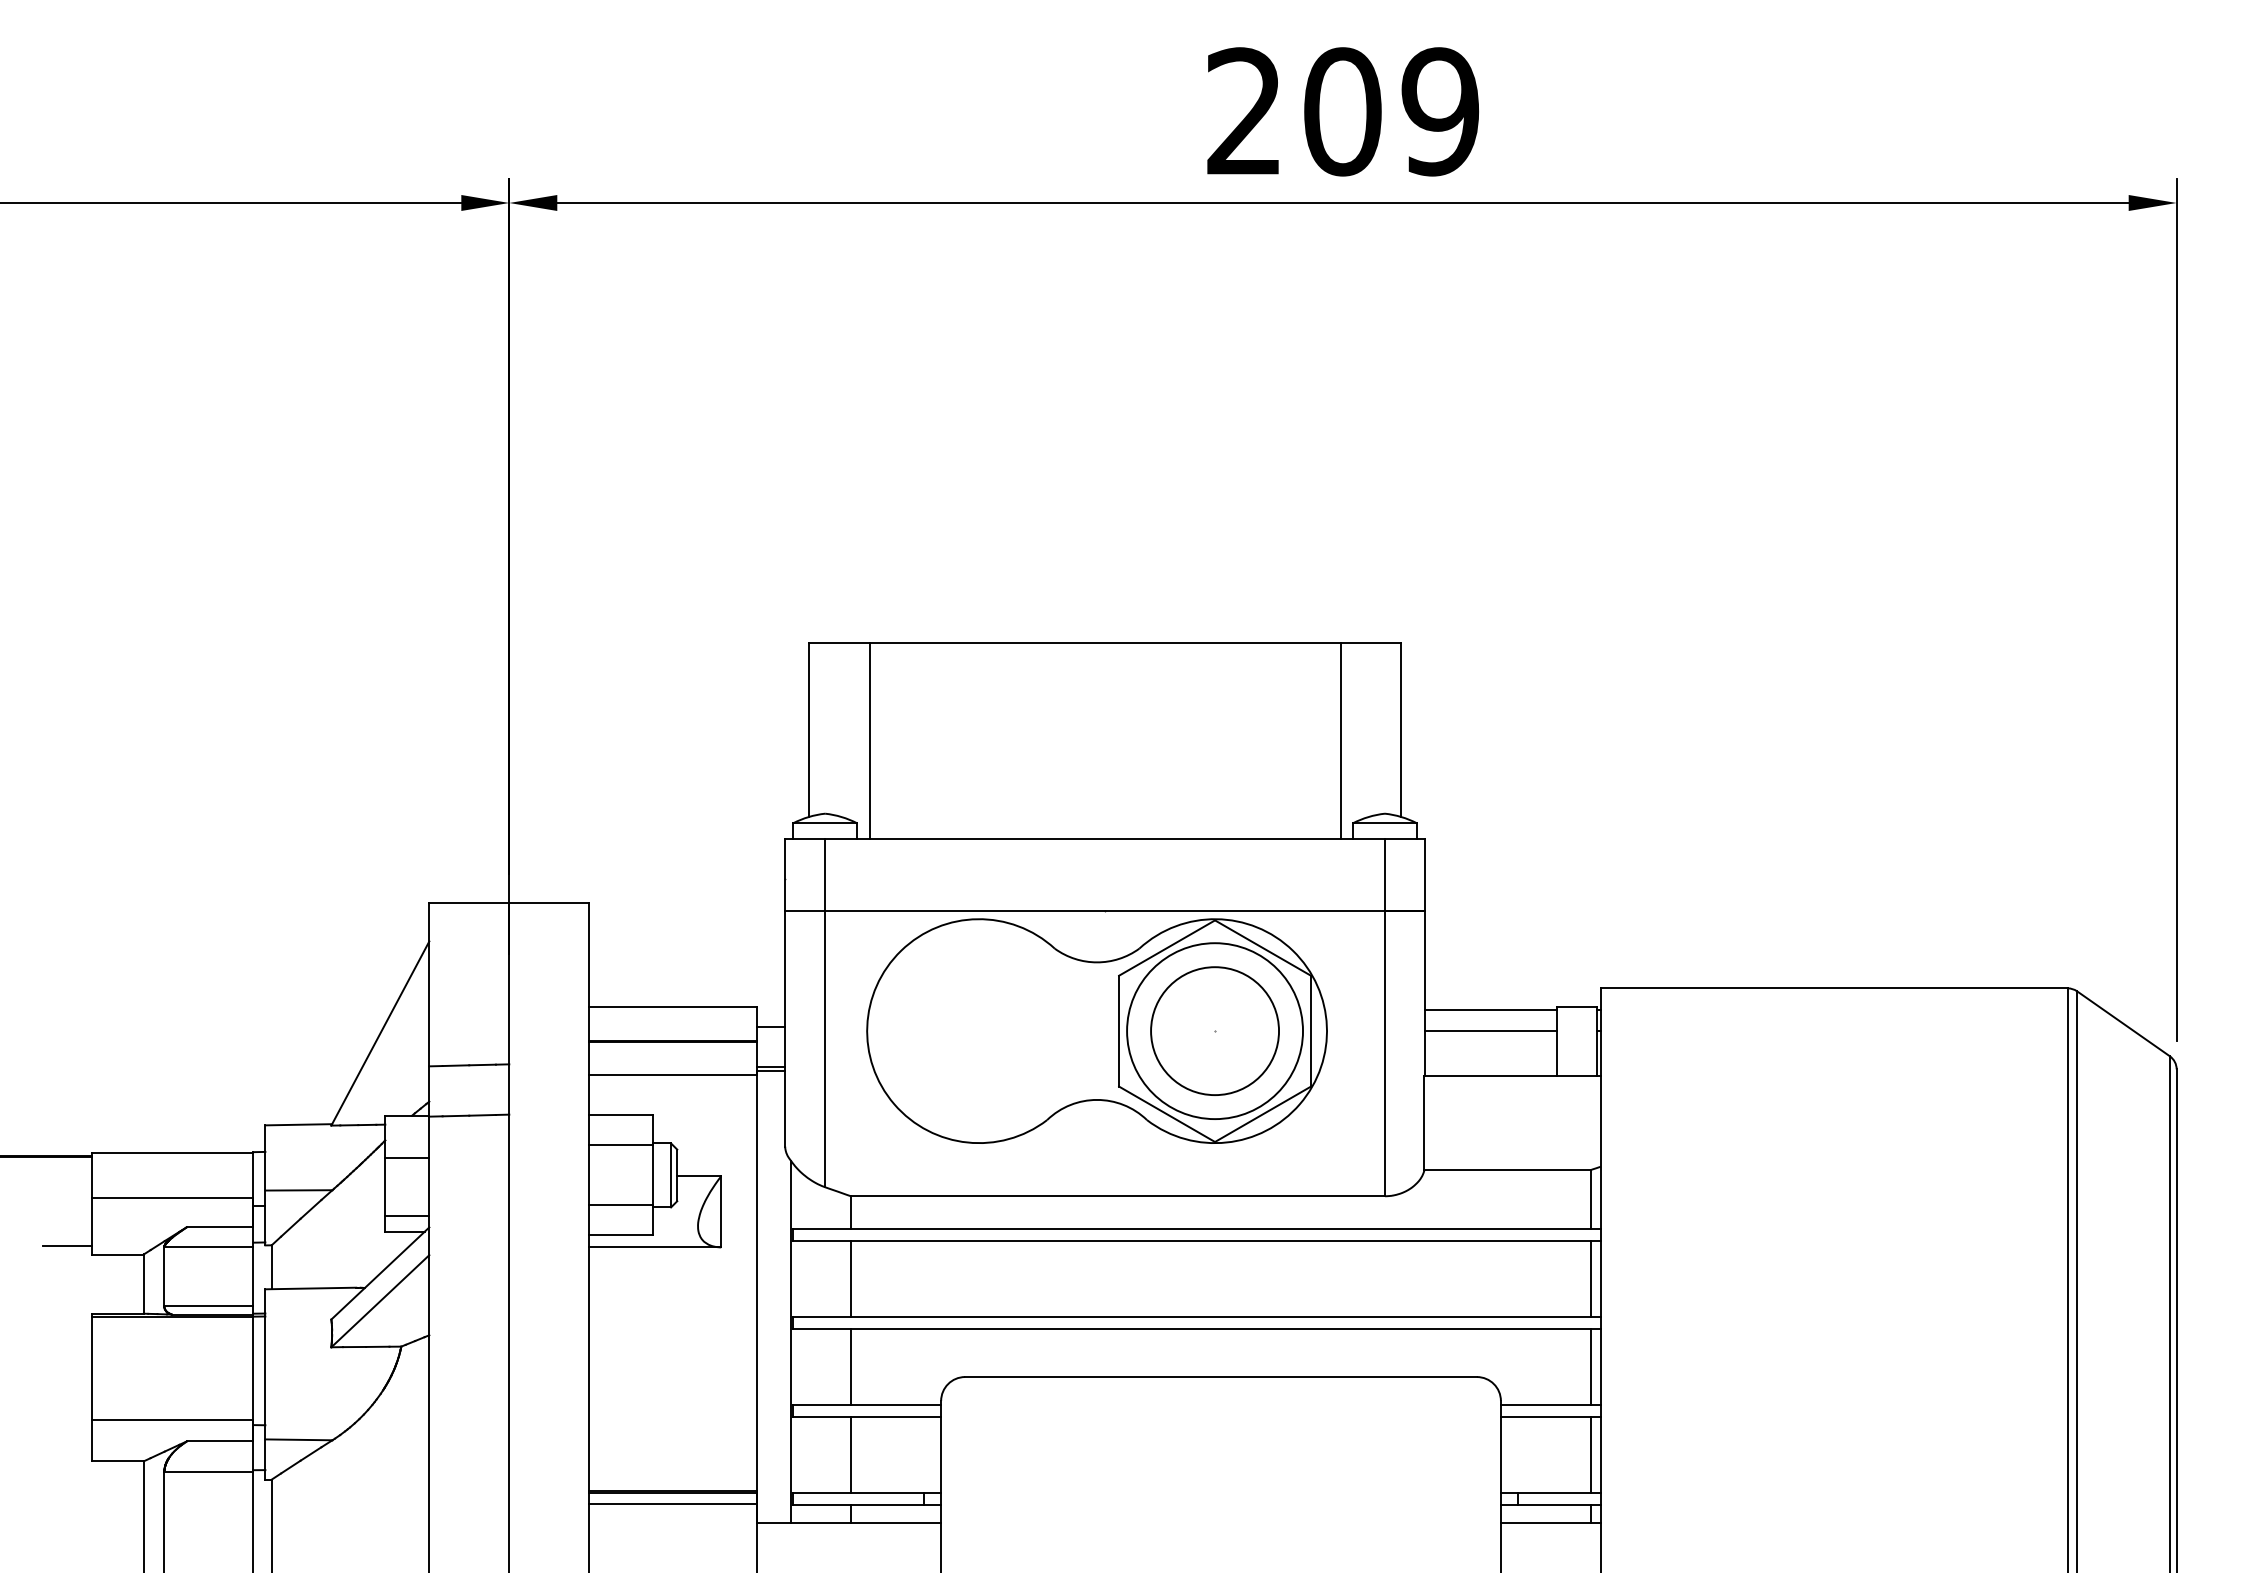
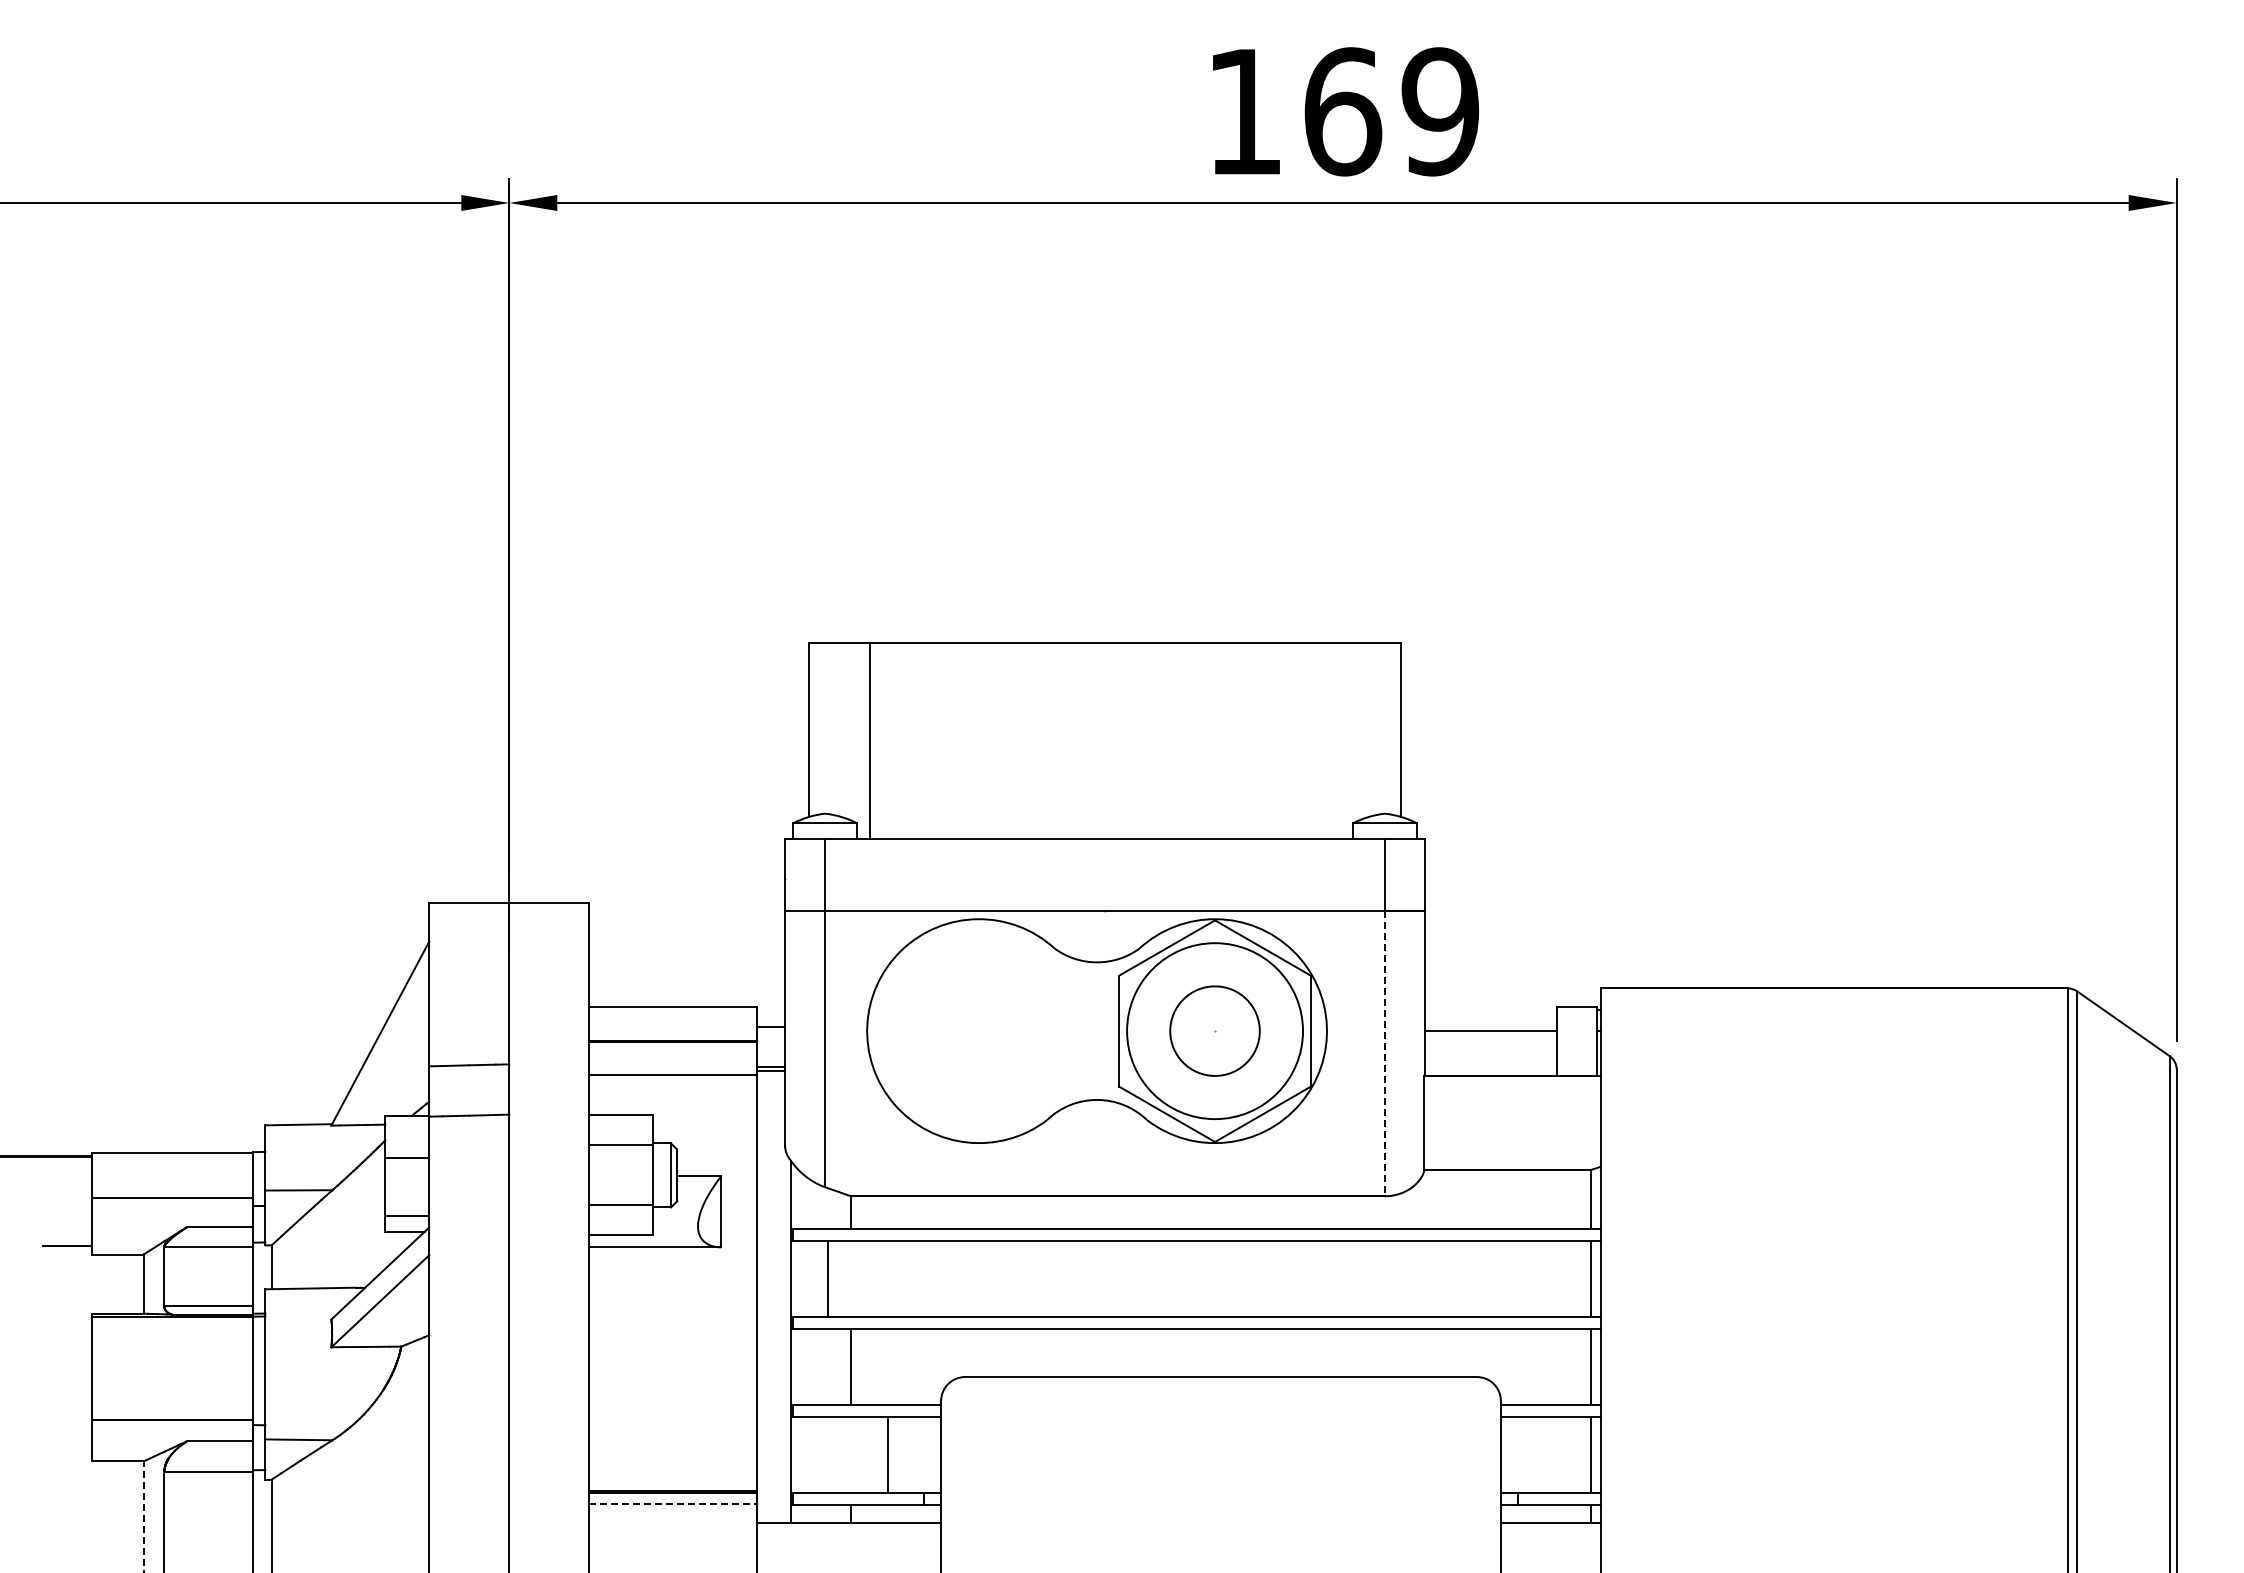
text at (1294, 111): 209 -> 169
line at (1340, 741): present -> none
line at (1490, 1010): present -> none
circle at (1215, 1031) diameter: 128 px -> 90 px
line at (1384, 1053): solid -> dashed
line at (850, 1279) position: (850, 1279) -> (827, 1279)
line at (850, 1454) position: (850, 1454) -> (887, 1454)
line at (673, 1503): solid -> dashed
line at (143, 1516): solid -> dashed
